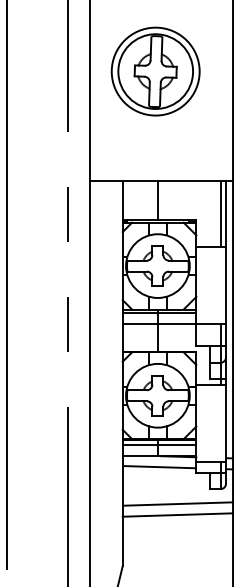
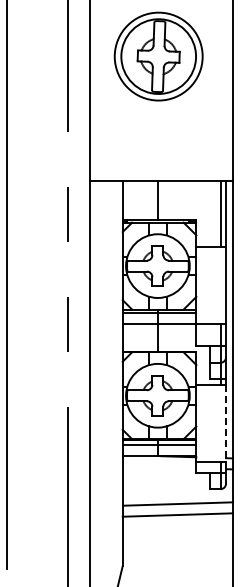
part at (155, 71) position: (155, 71) -> (158, 56)
line at (226, 423): solid -> dashed
line at (159, 467): present -> none
